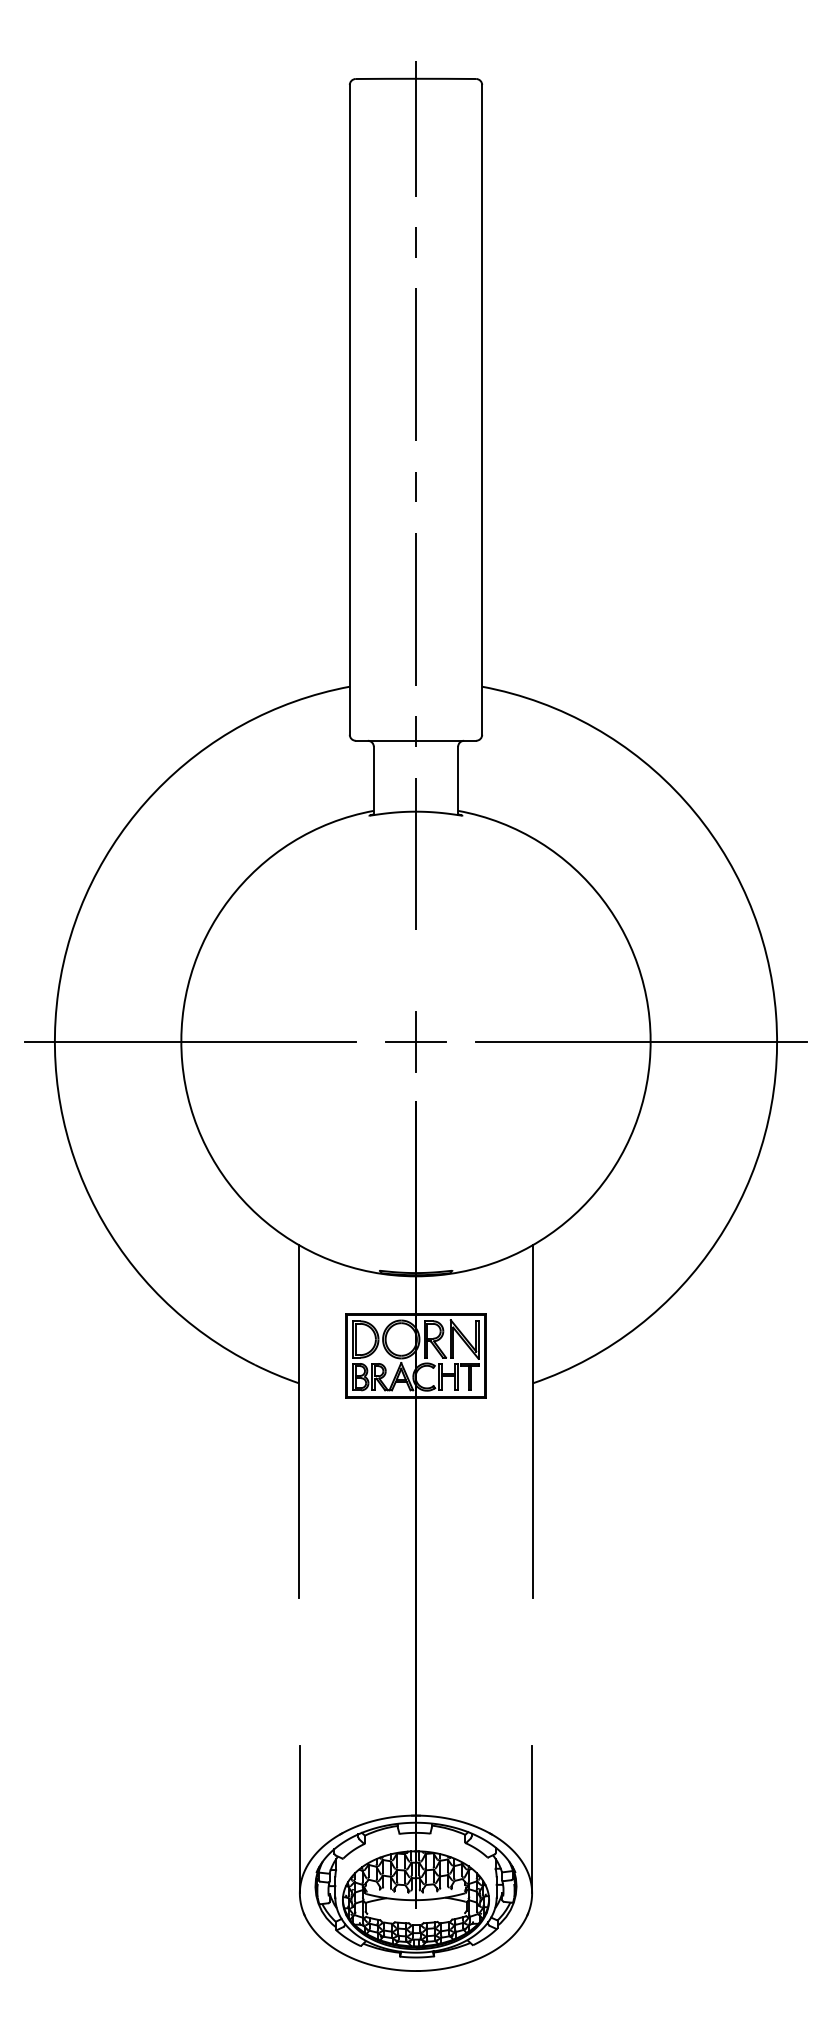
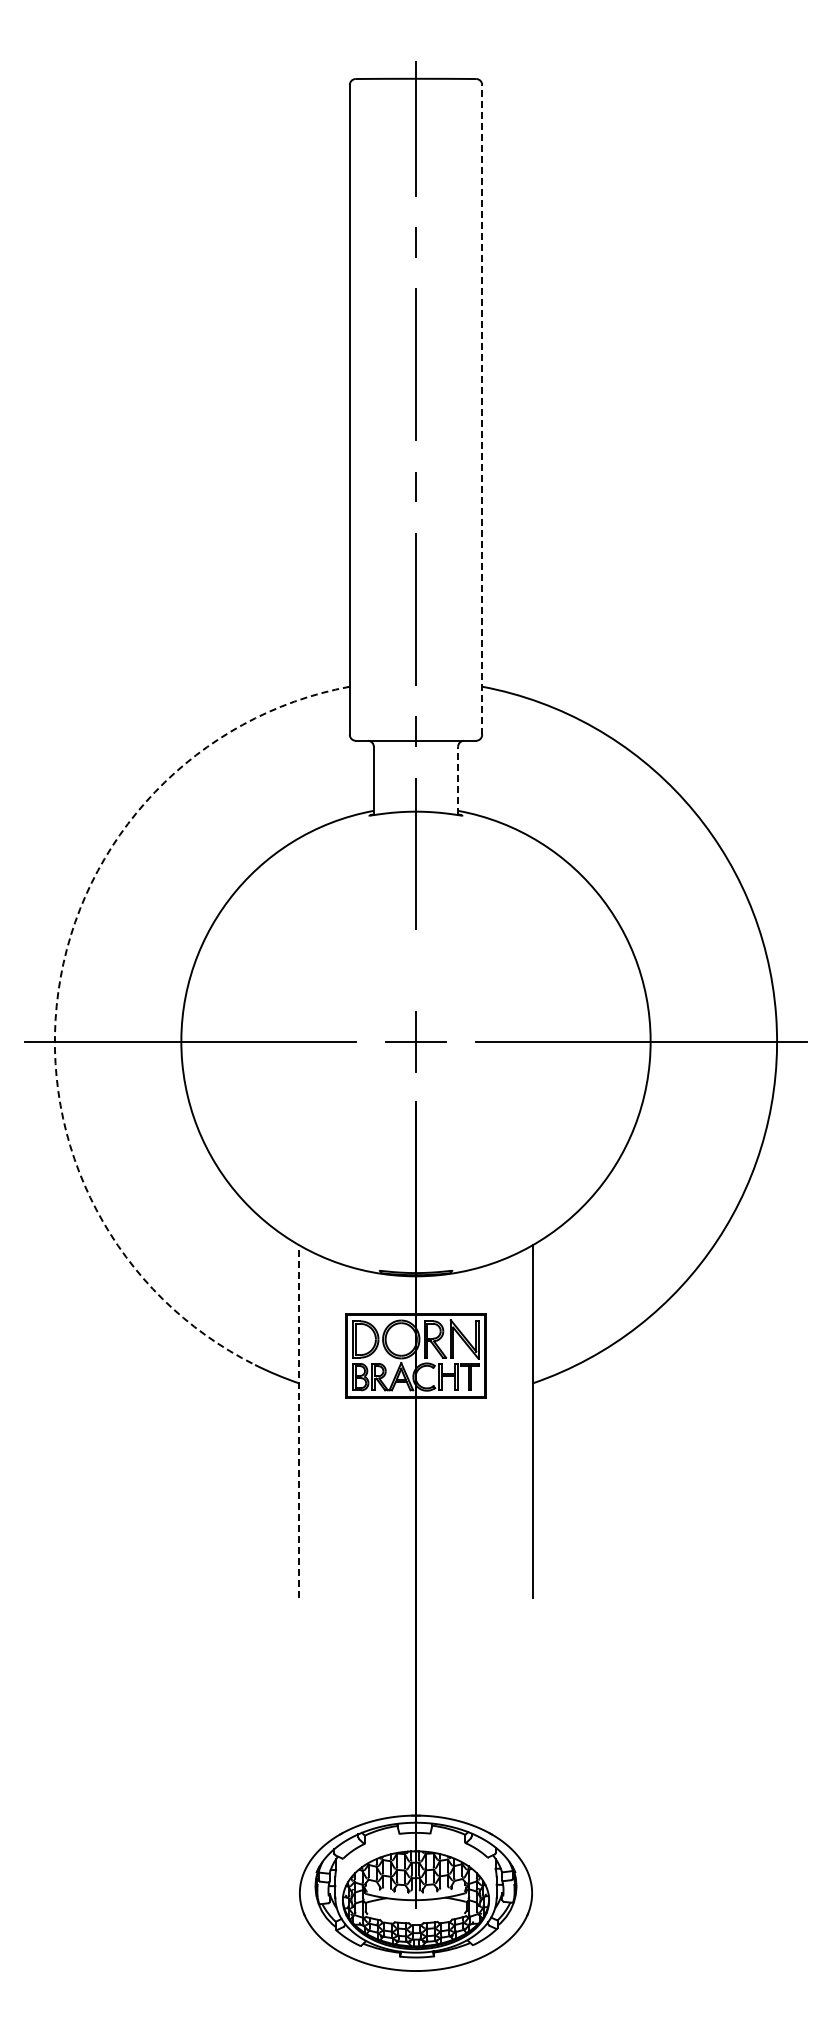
line at (482, 409): solid -> dashed
line at (458, 780): solid -> dashed
arc at (58, 991): solid -> dashed
line at (298, 1421): solid -> dashed
line at (299, 1819): present -> none
line at (532, 1819): present -> none
